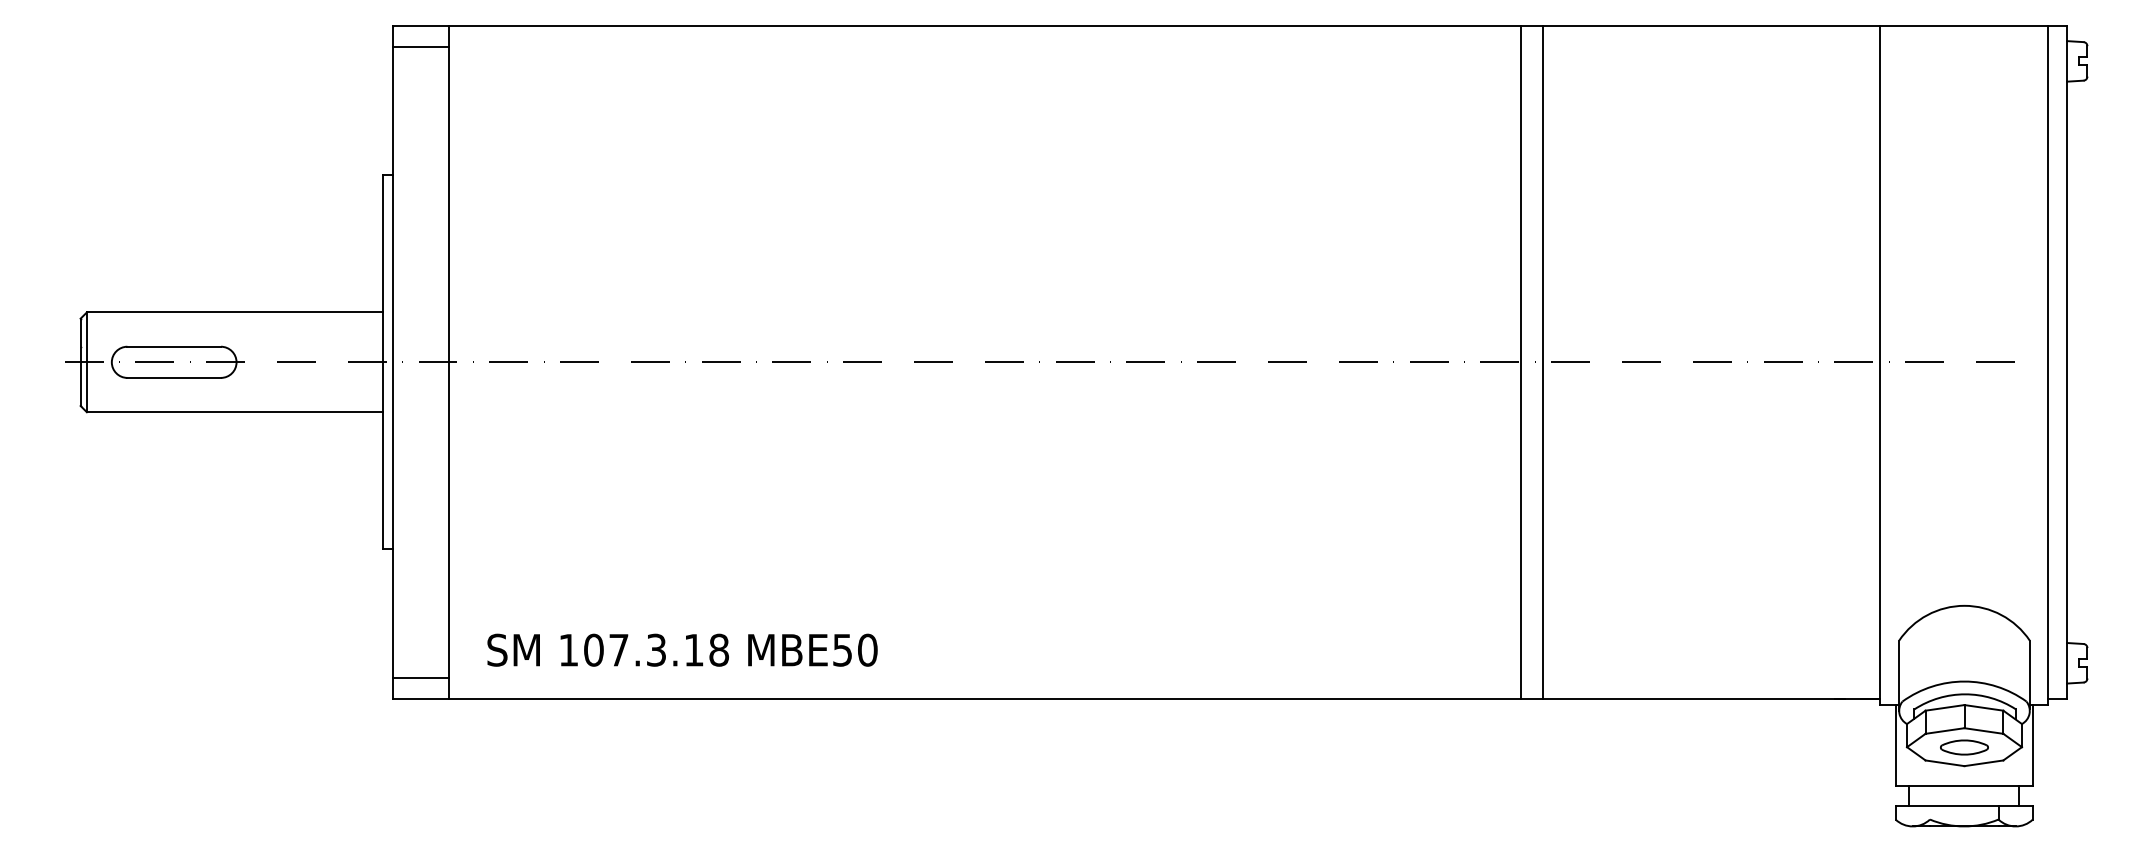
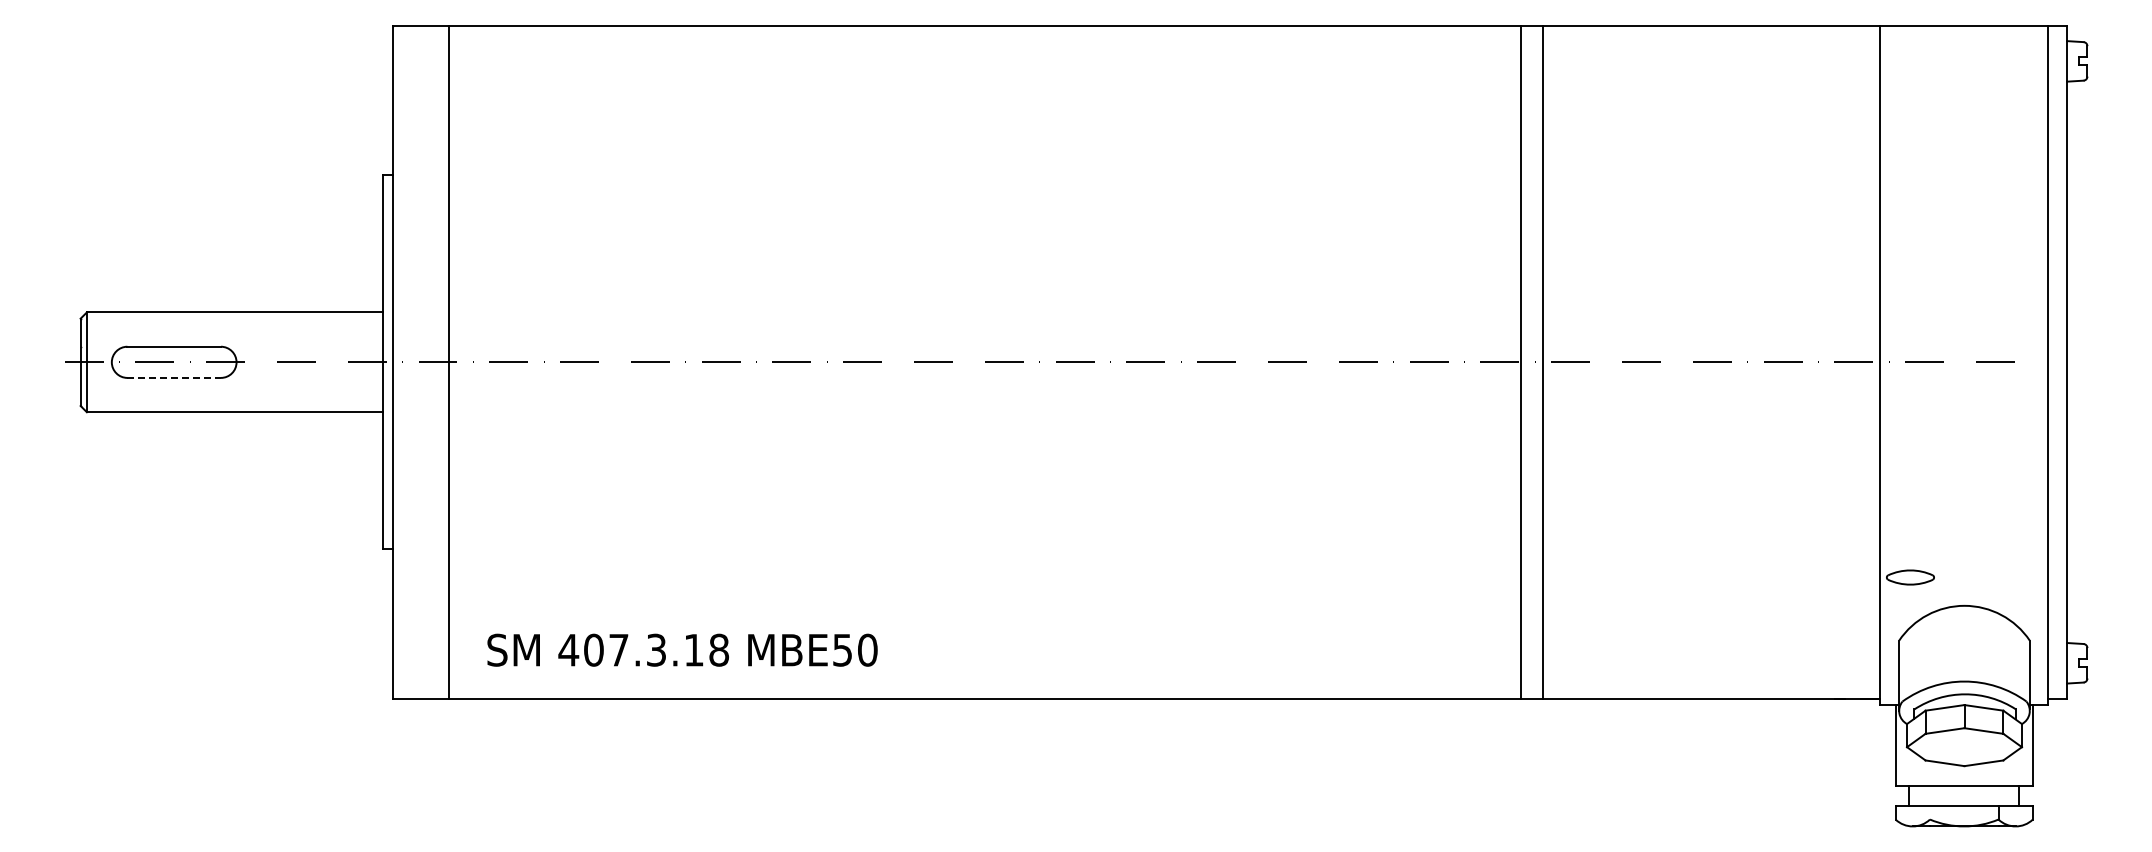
line at (420, 46): present -> none
line at (174, 377): solid -> dashed
text at (568, 650): 107.3.18 -> 407.3.18
line at (420, 677): present -> none
part at (1964, 747) position: (1964, 747) -> (1910, 577)
